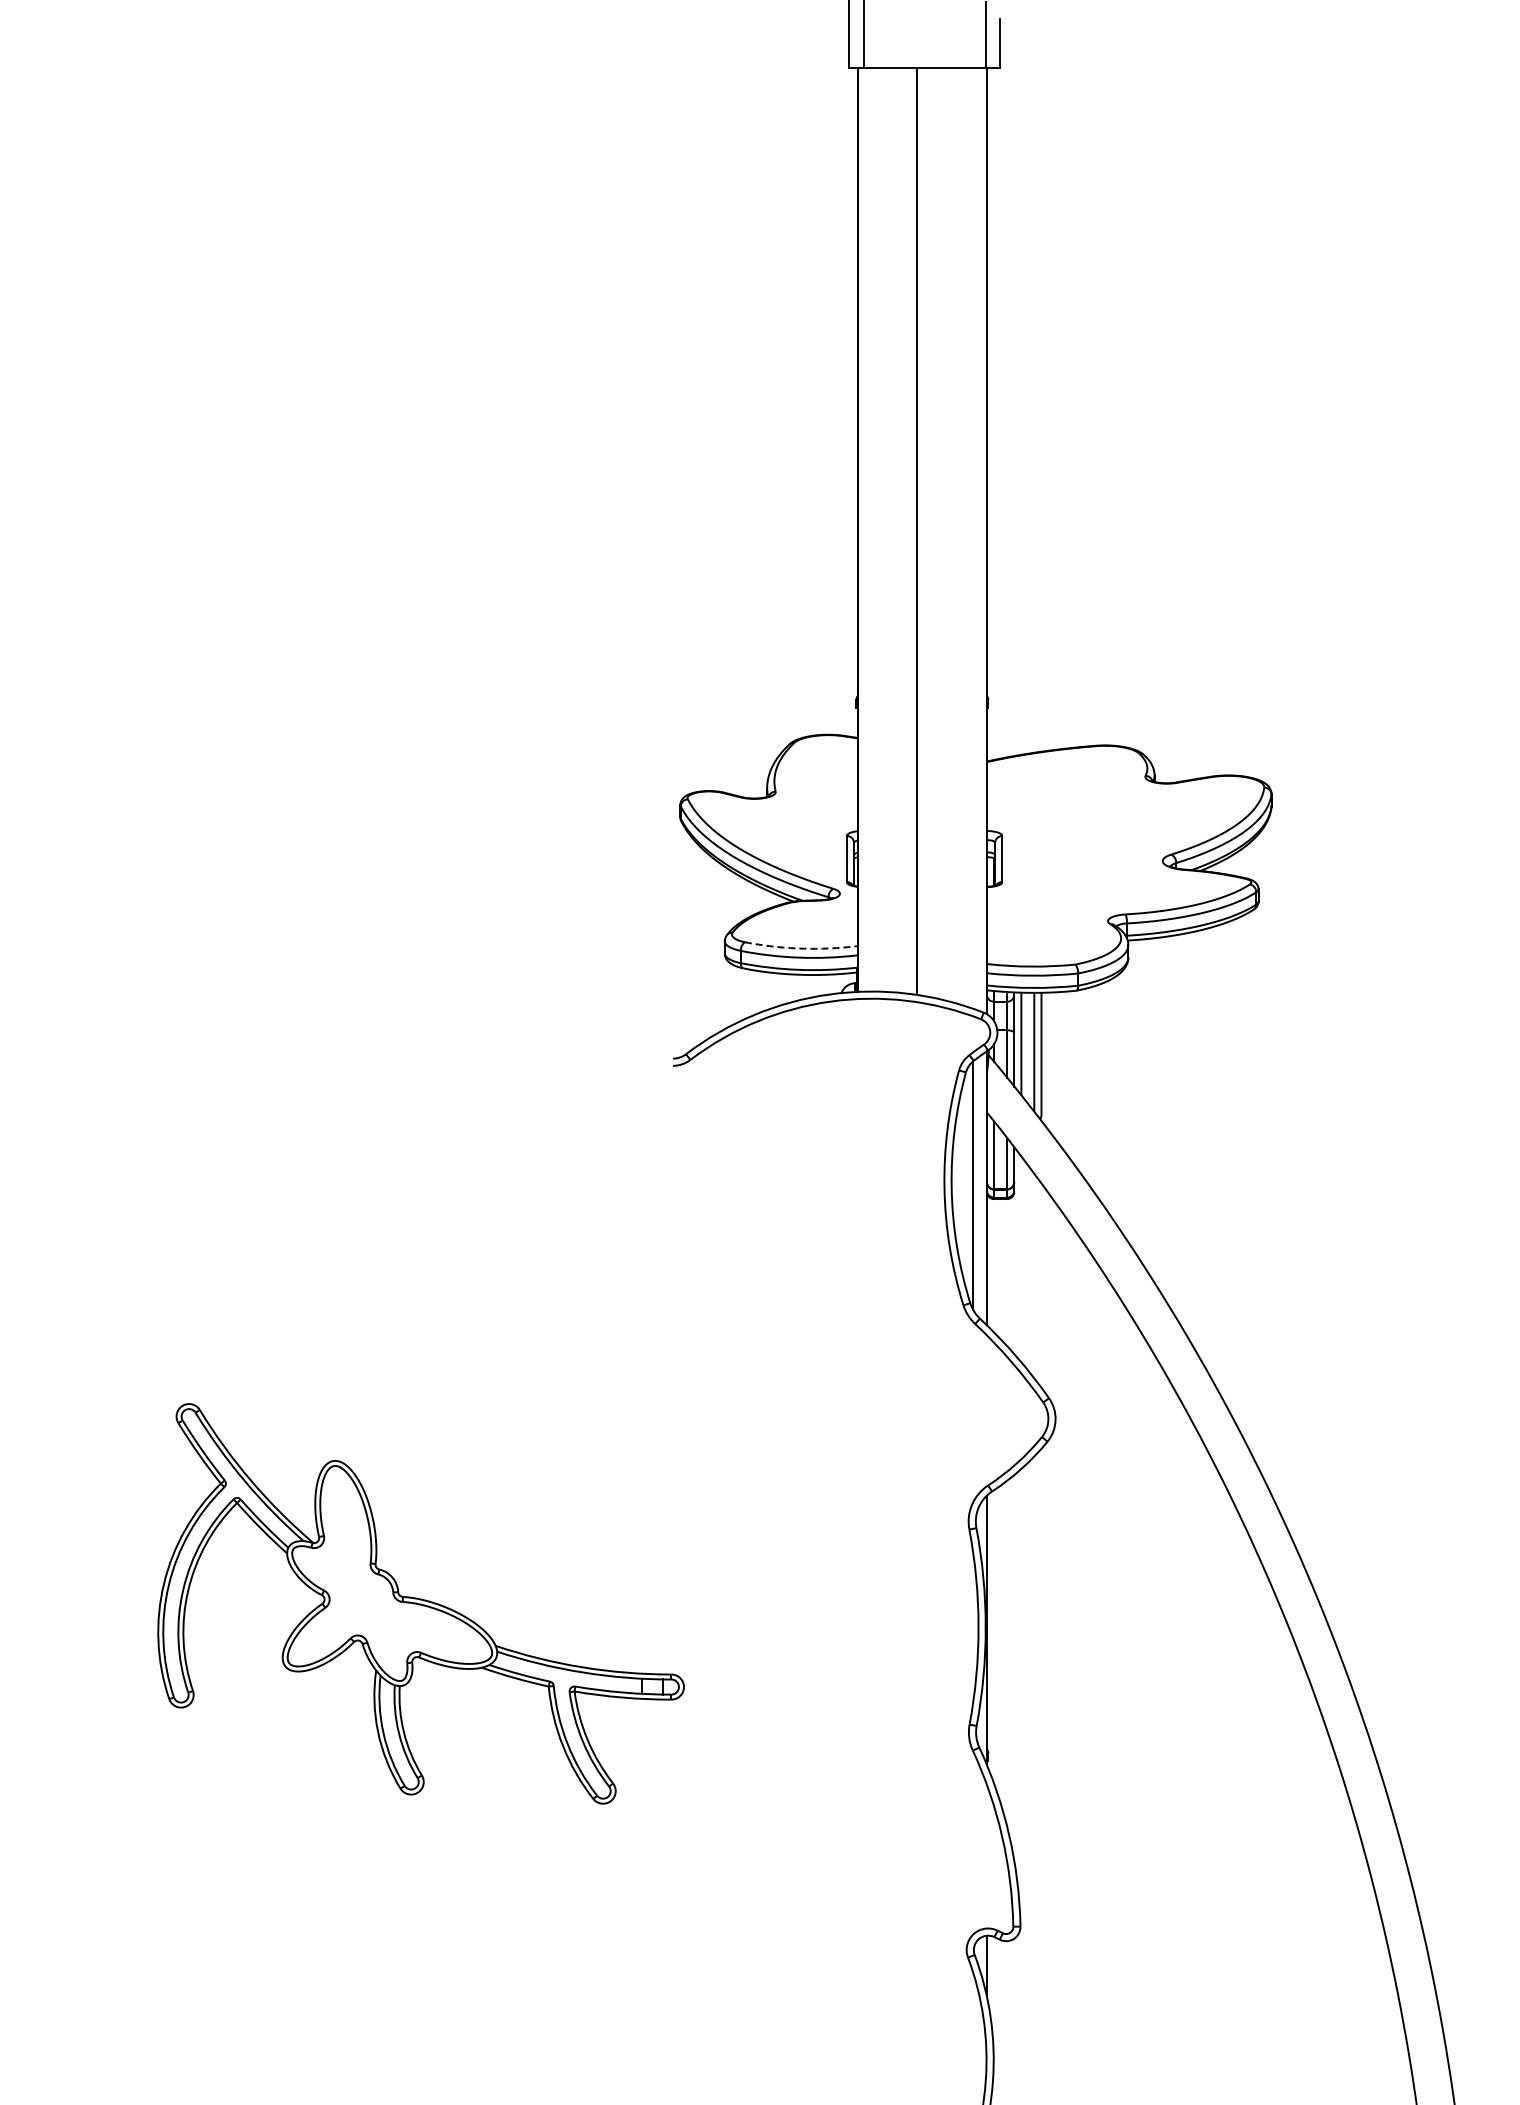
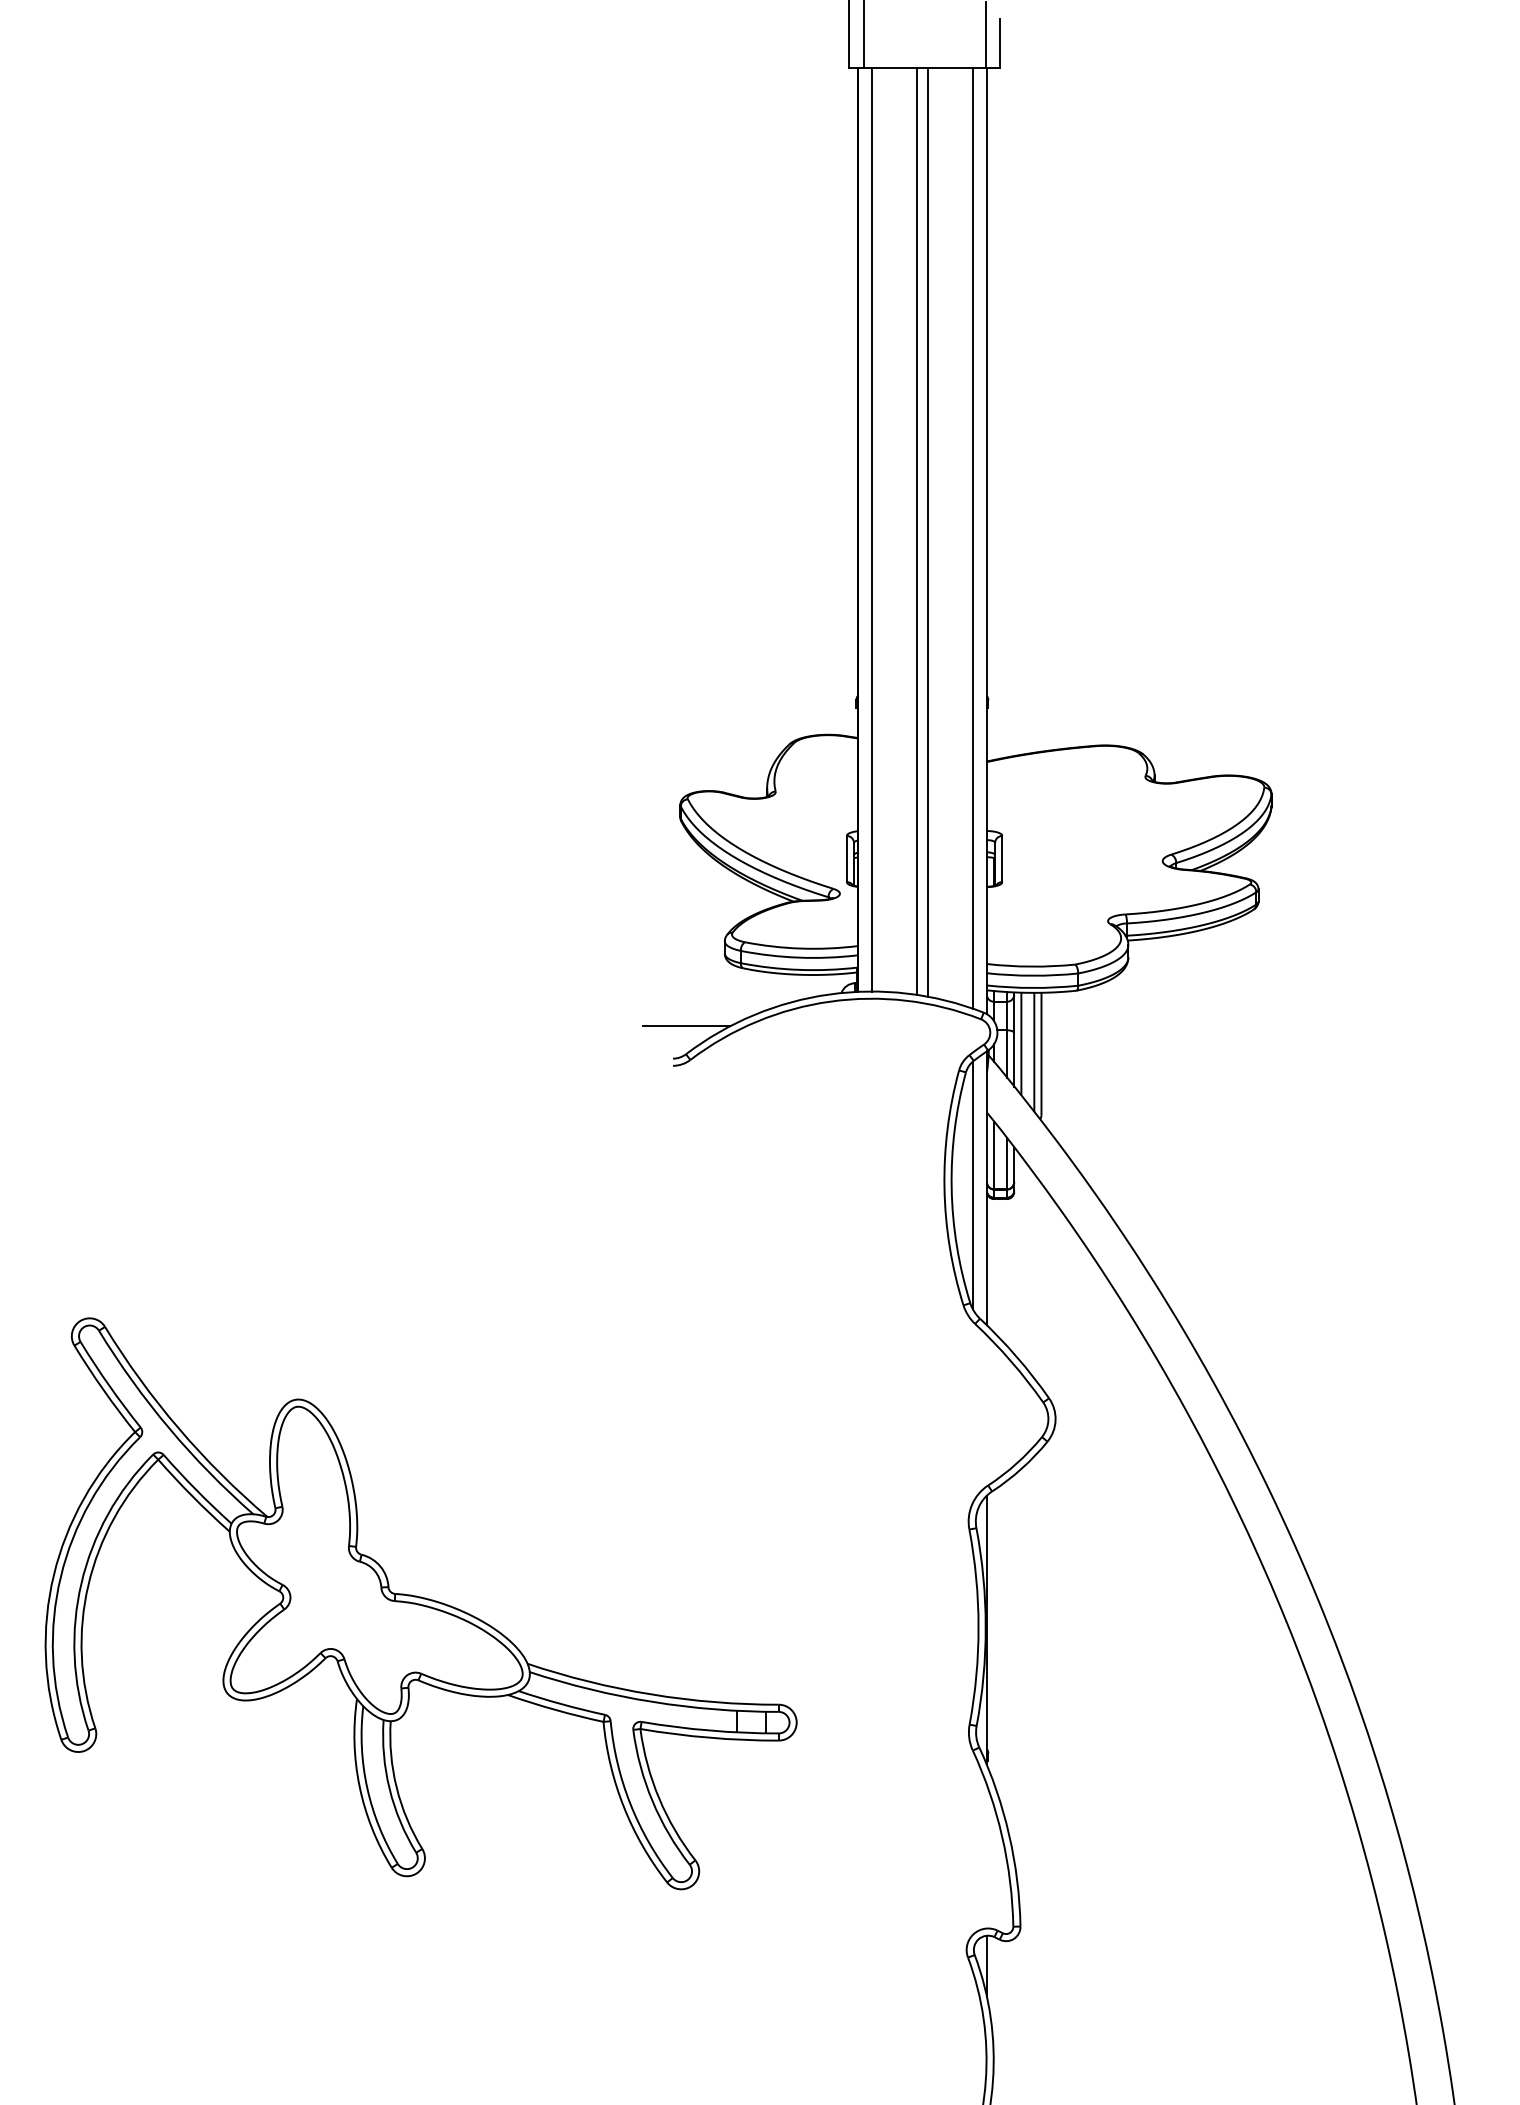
line at (872, 529): none -> present
line at (928, 531): none -> present
line at (972, 537): none -> present
arc at (801, 948): dashed -> solid
line at (685, 1026): none -> present
part at (420, 1603) size: 528x402 px -> 754x574 px
